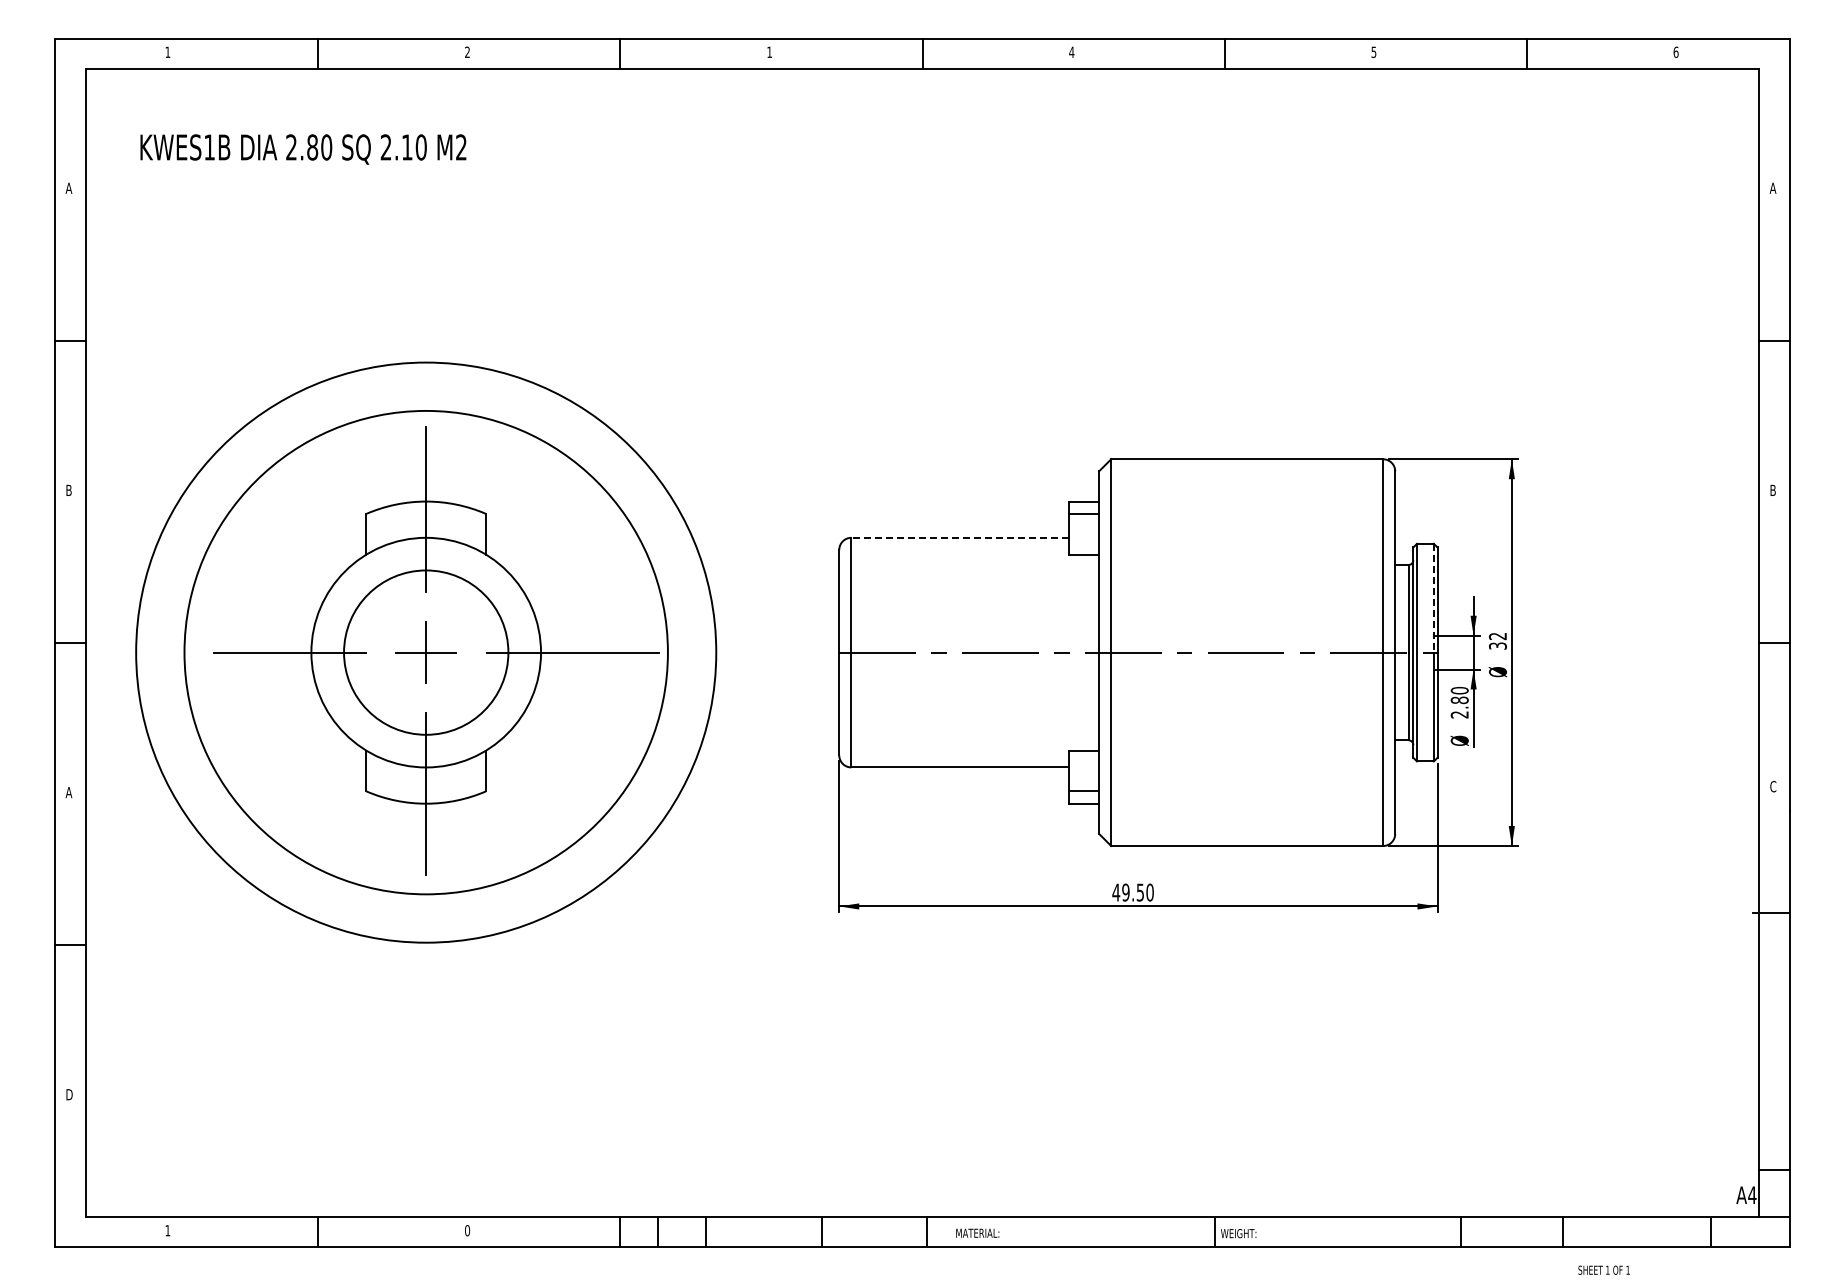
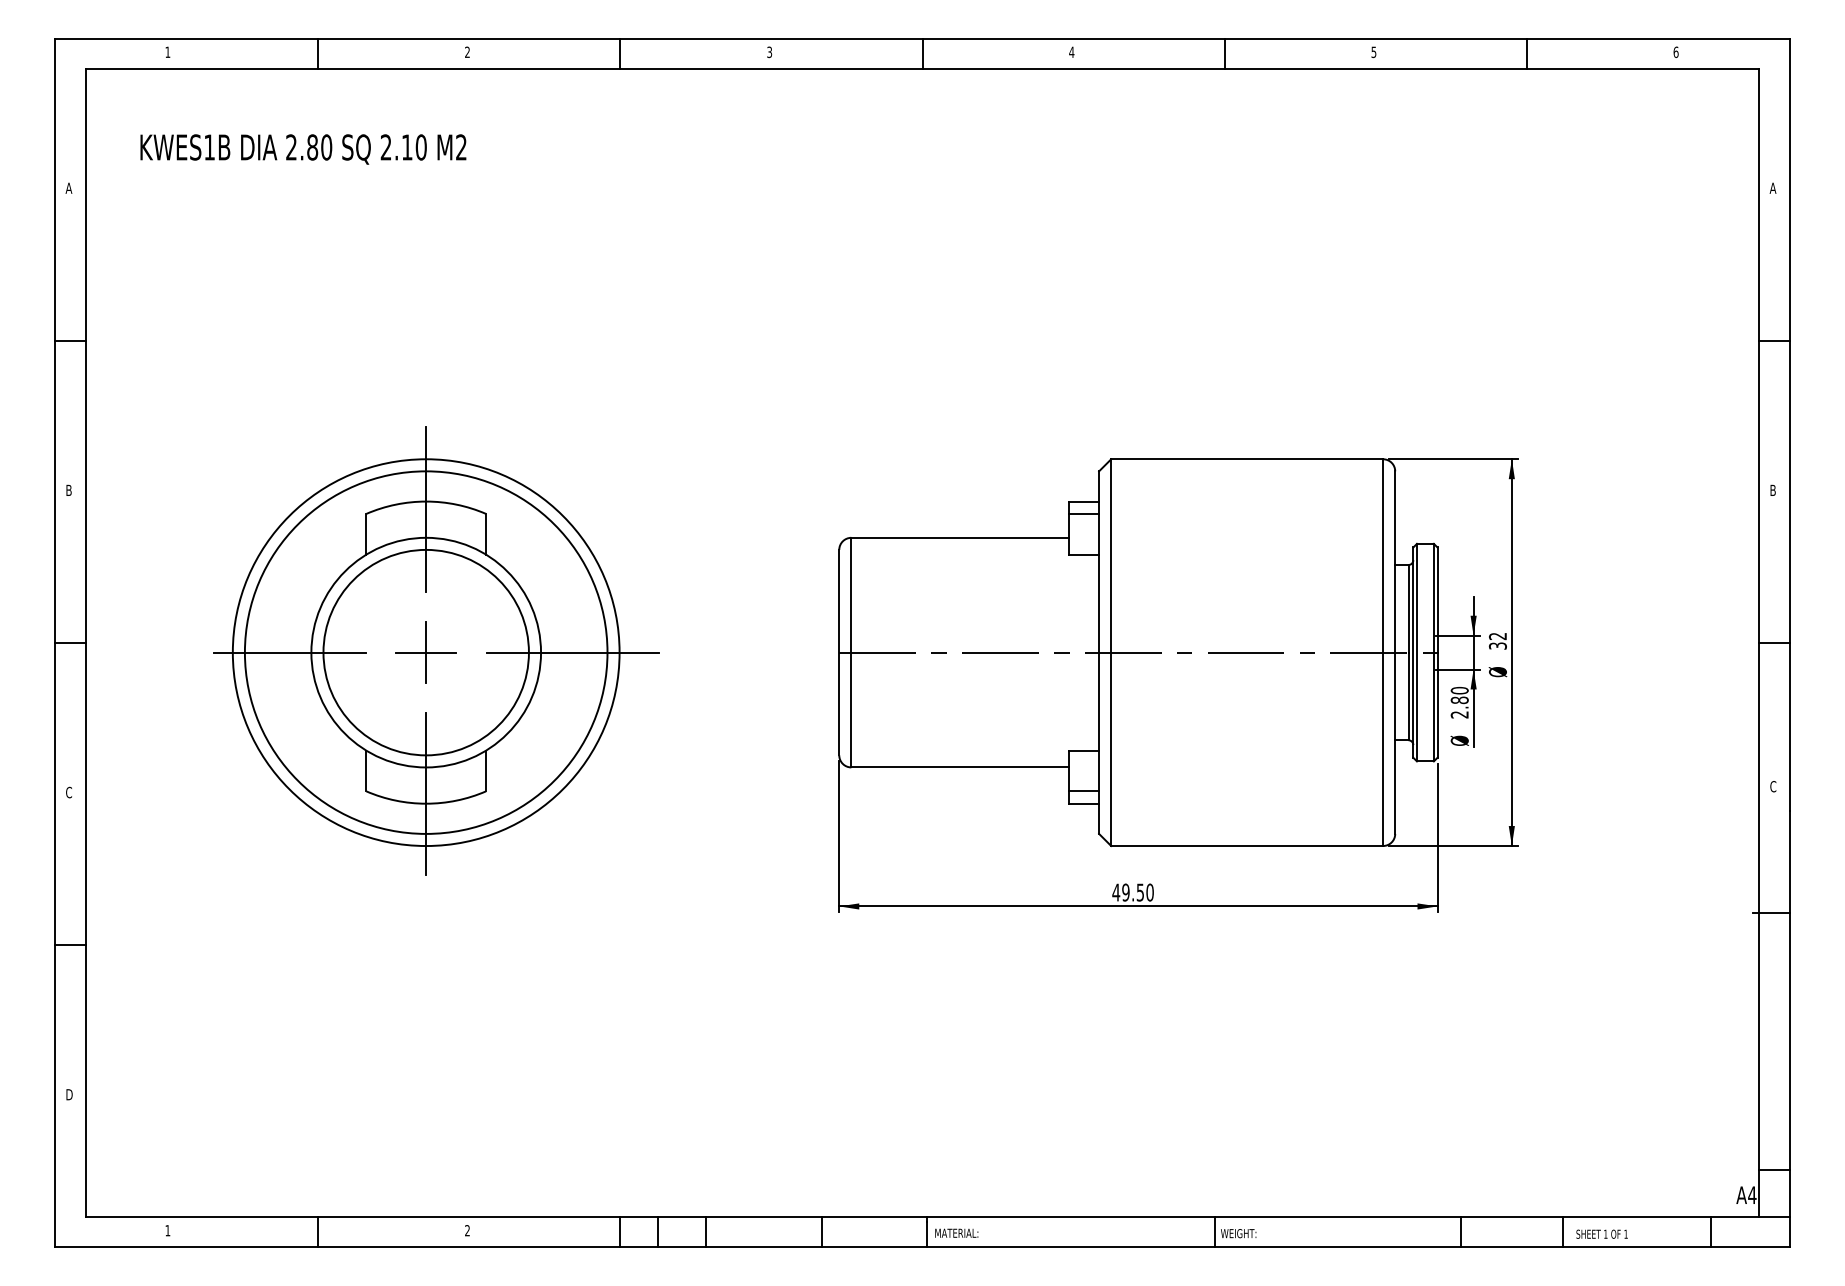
text at (769, 52): 1 -> 3
line at (960, 537): dashed -> solid
line at (1433, 598): dashed -> solid
circle at (425, 652) diameter: 483 px -> 387 px
circle at (426, 652) diameter: 164 px -> 205 px
circle at (426, 652) diameter: 580 px -> 363 px
text at (68, 792): A -> C
text at (467, 1230): 0 -> 2
text at (977, 1232) position: (977, 1232) -> (956, 1232)
text at (1603, 1269) position: (1603, 1269) -> (1601, 1233)
